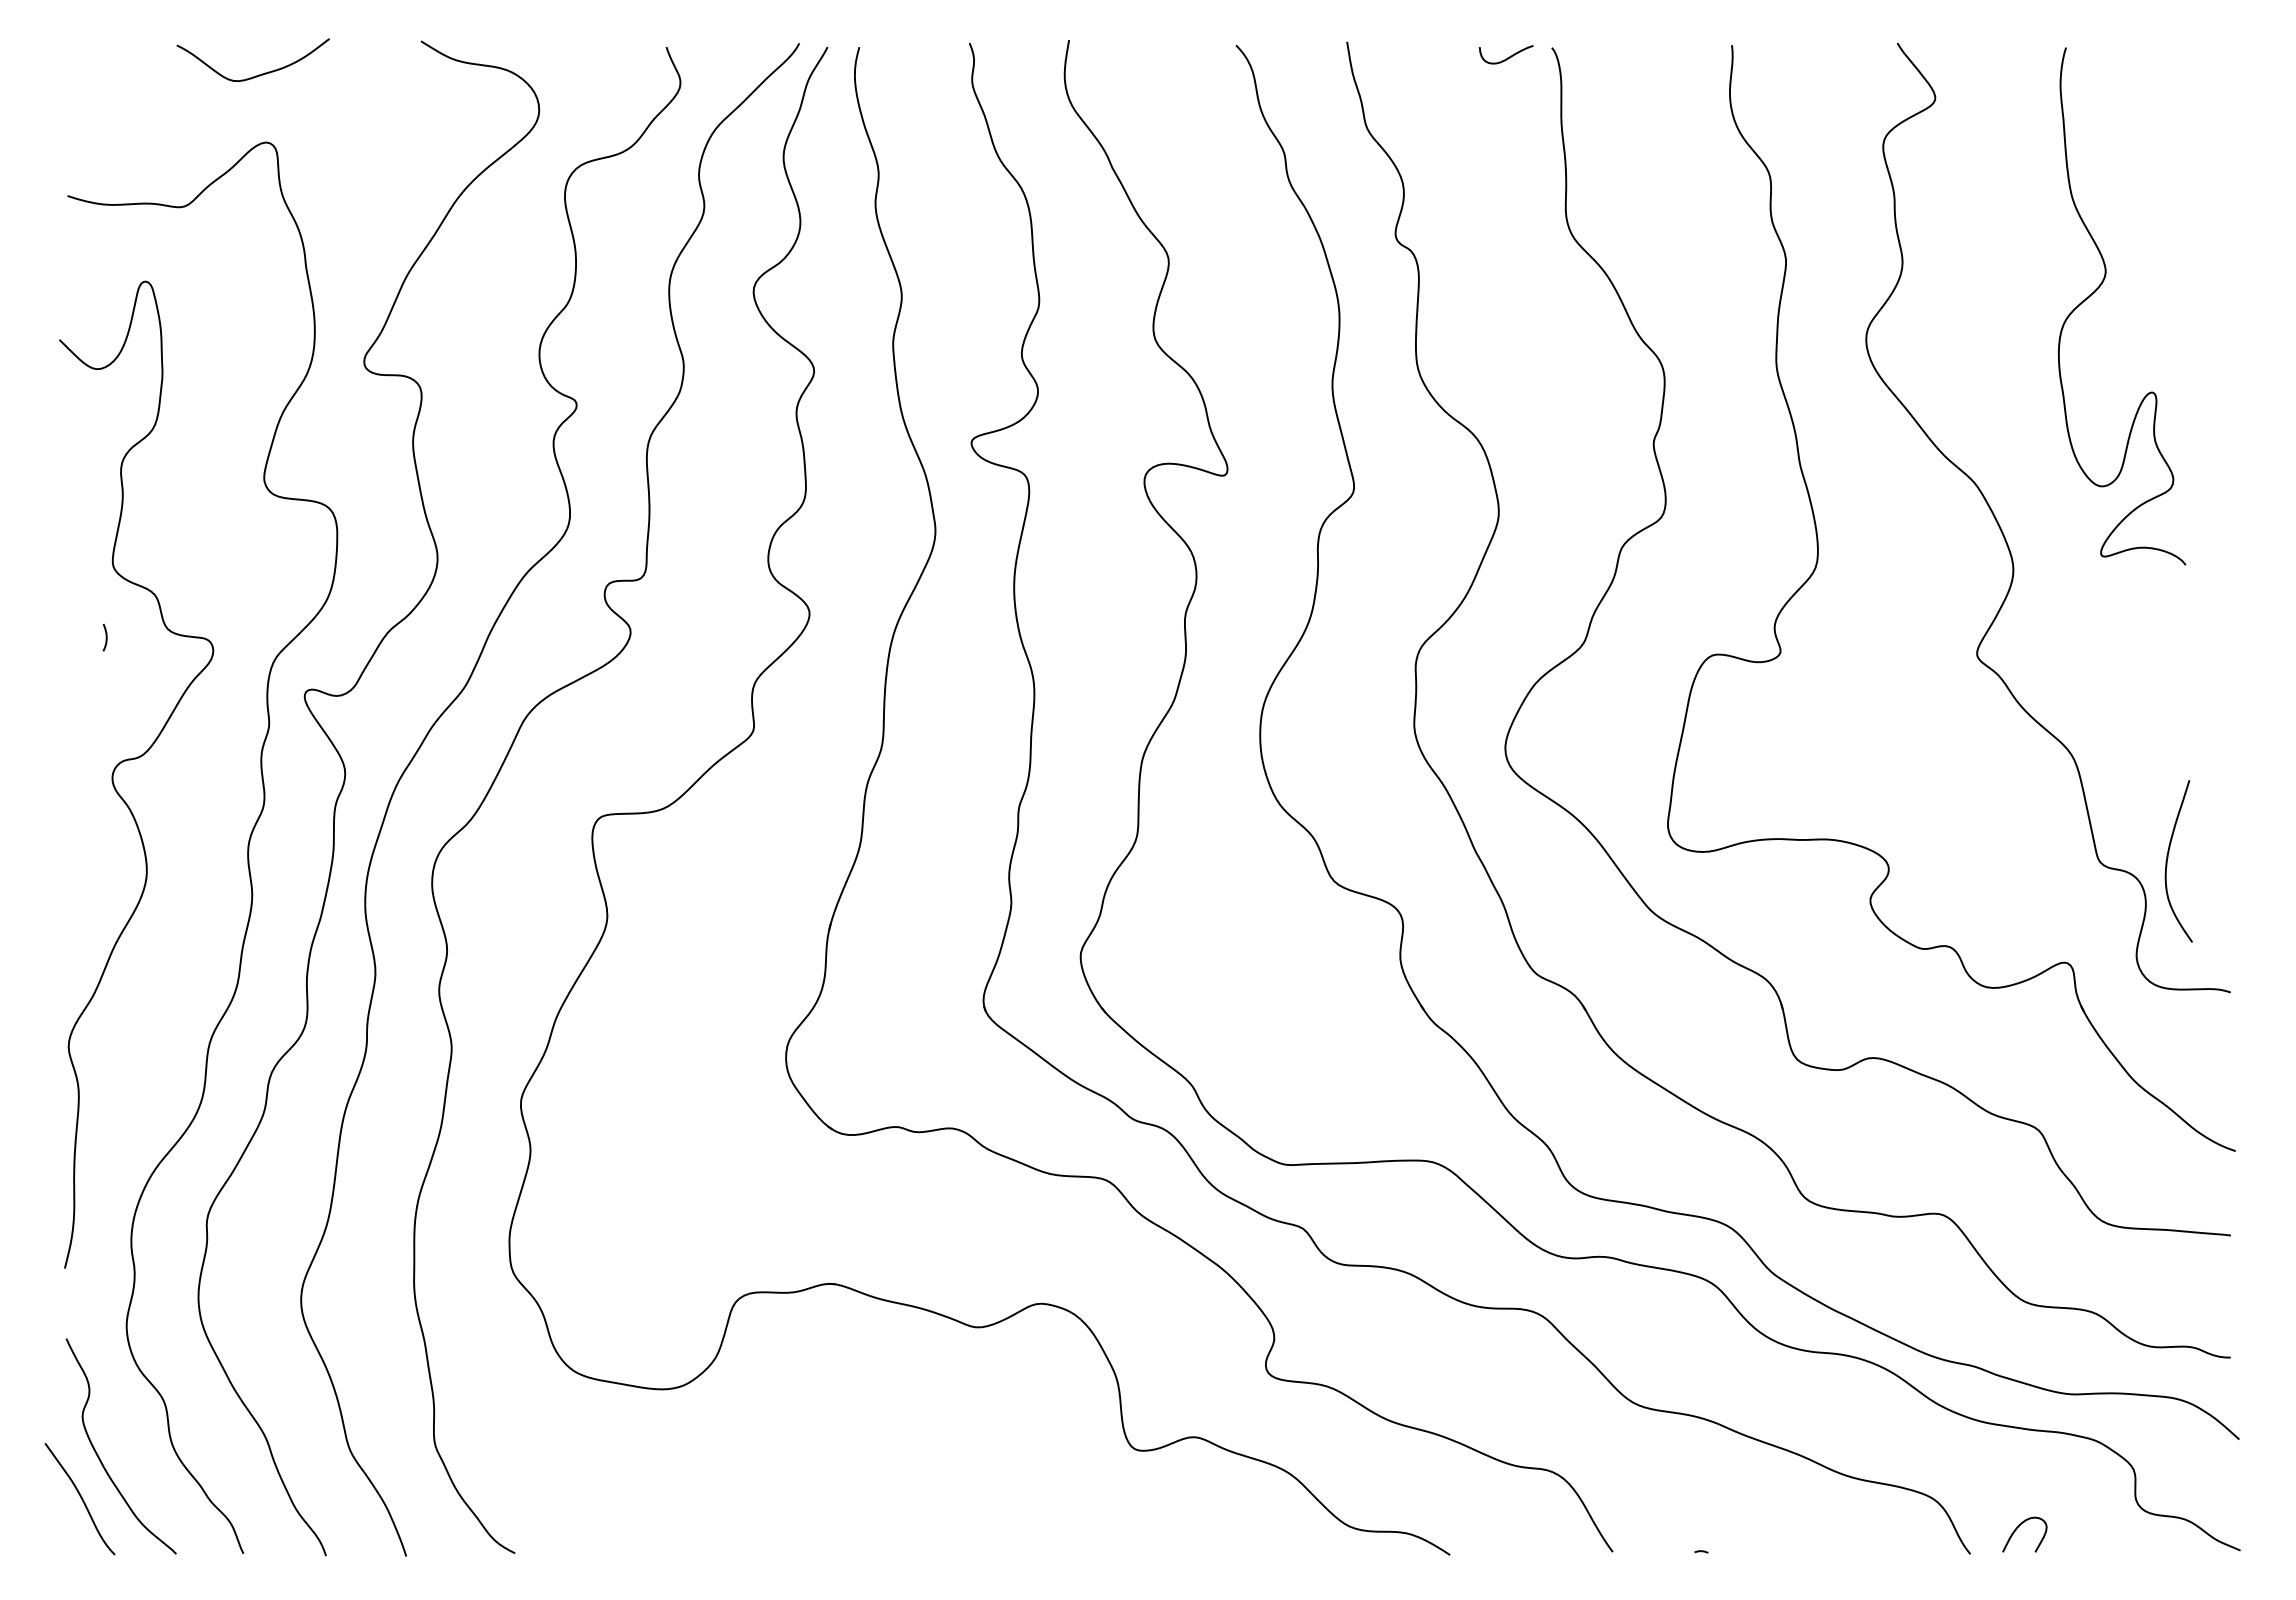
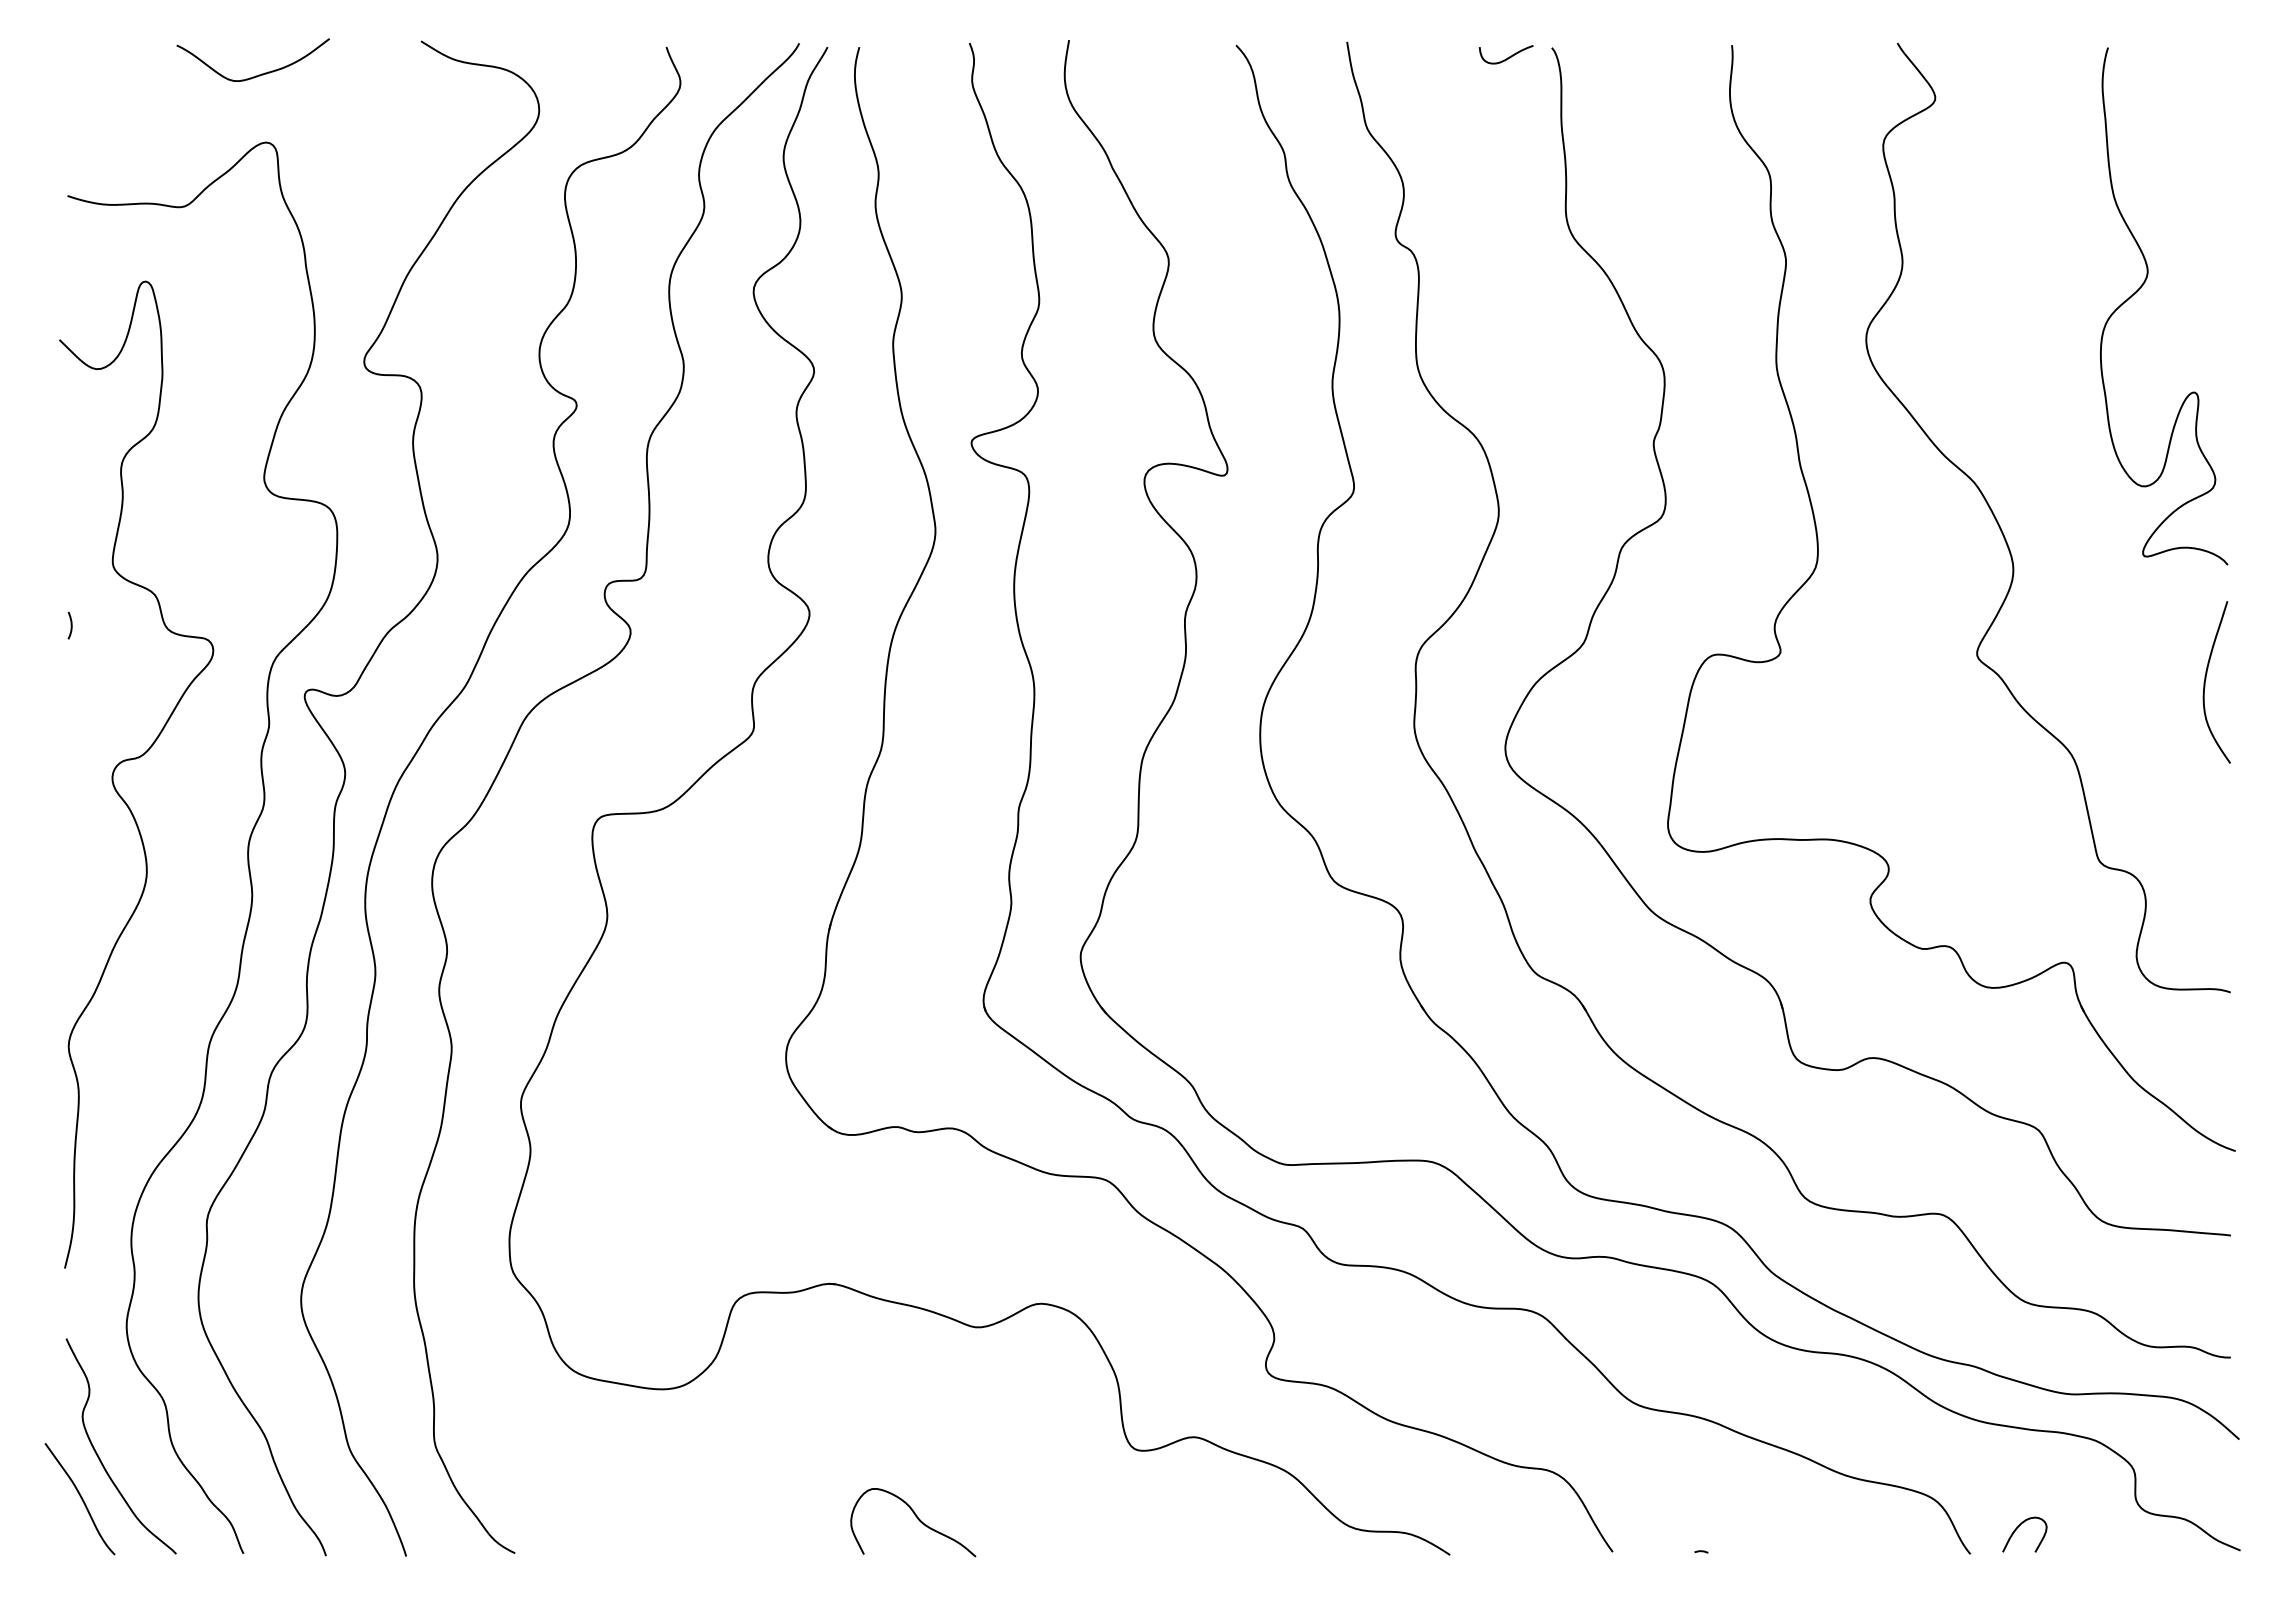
curve at (2098, 289) position: (2098, 289) -> (2140, 289)
curve at (105, 637) position: (105, 637) -> (70, 625)
curve at (2168, 858) position: (2168, 858) -> (2206, 679)
curve at (917, 1519): none -> present
